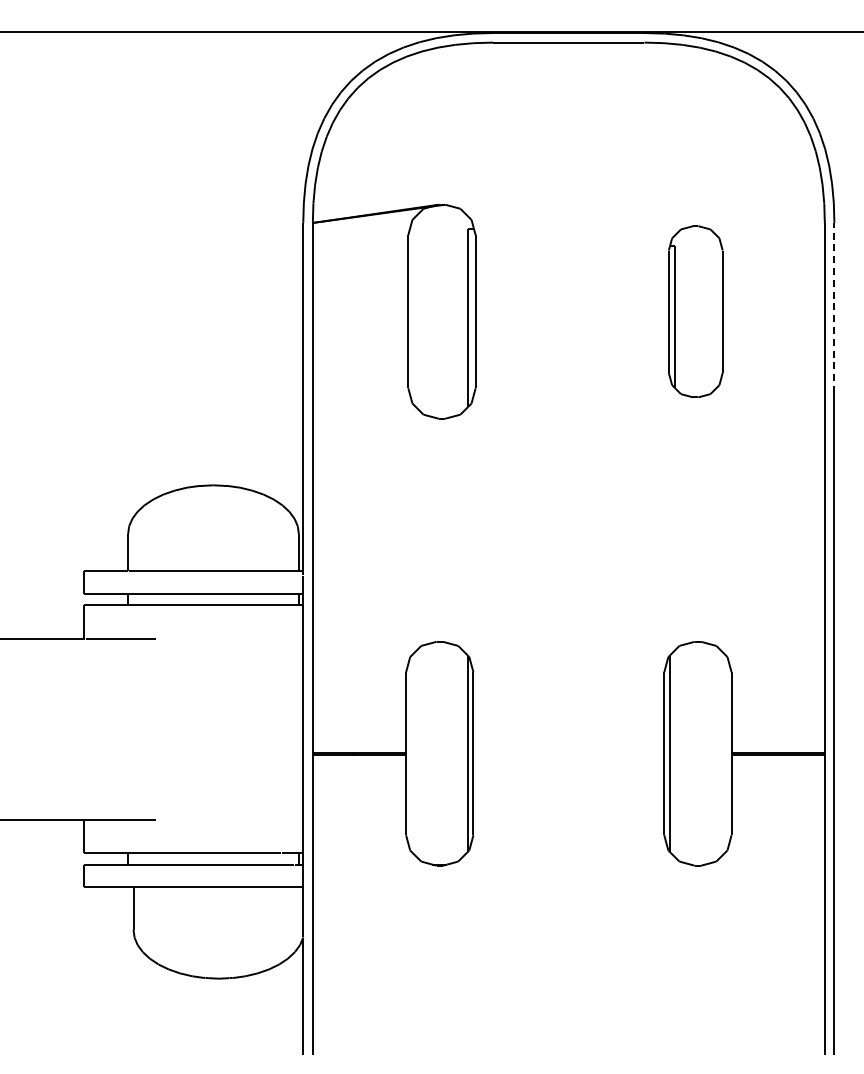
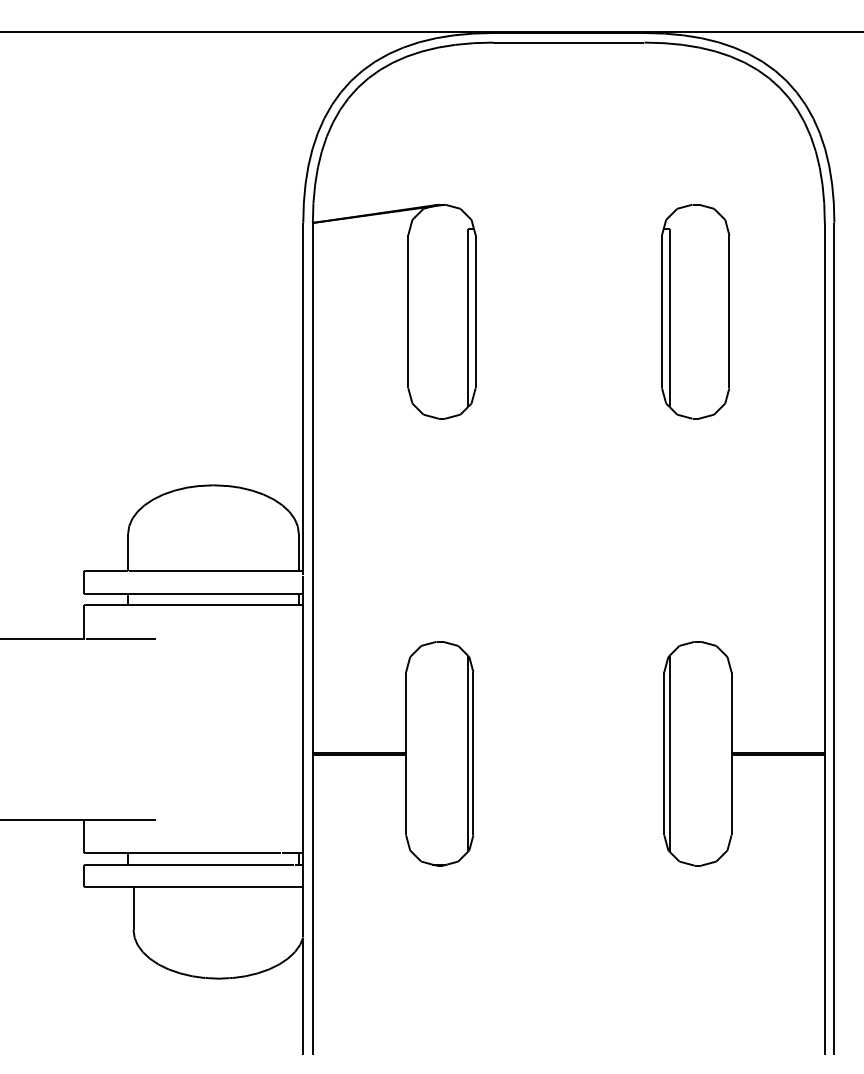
line at (834, 307): dashed -> solid
part at (695, 311) size: 56x174 px -> 70x216 px
